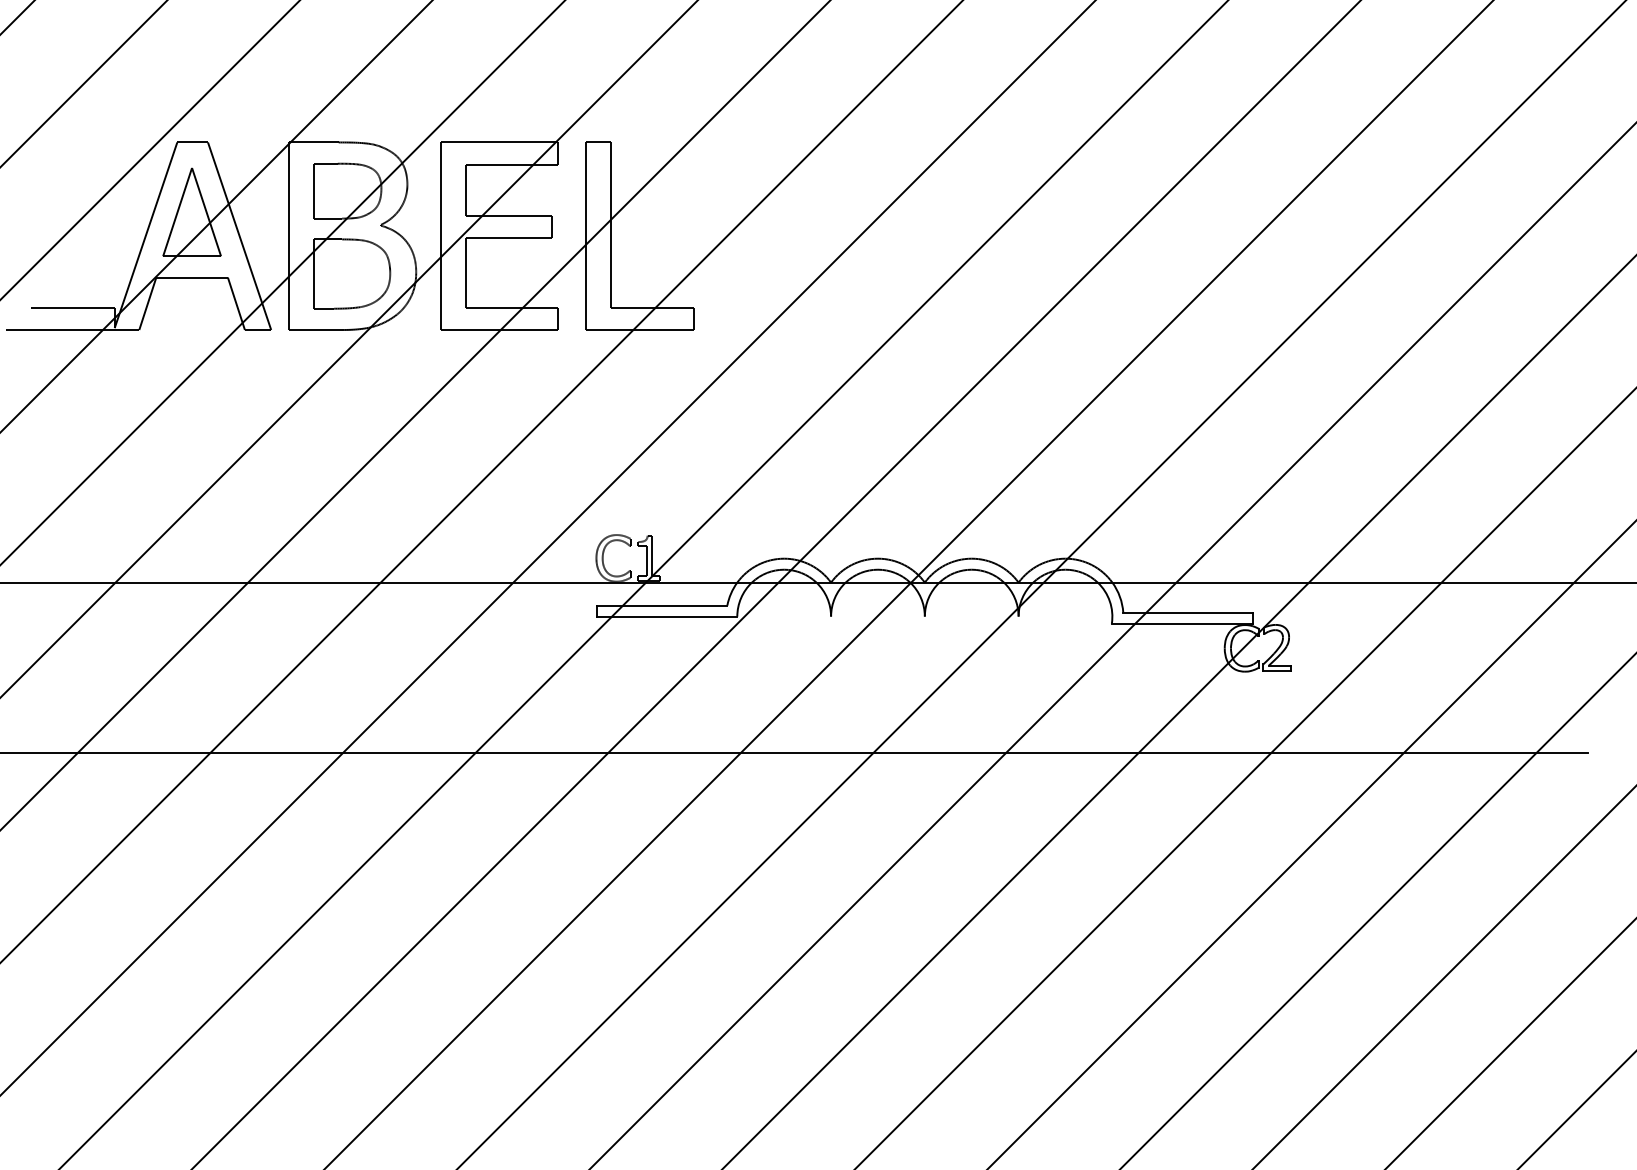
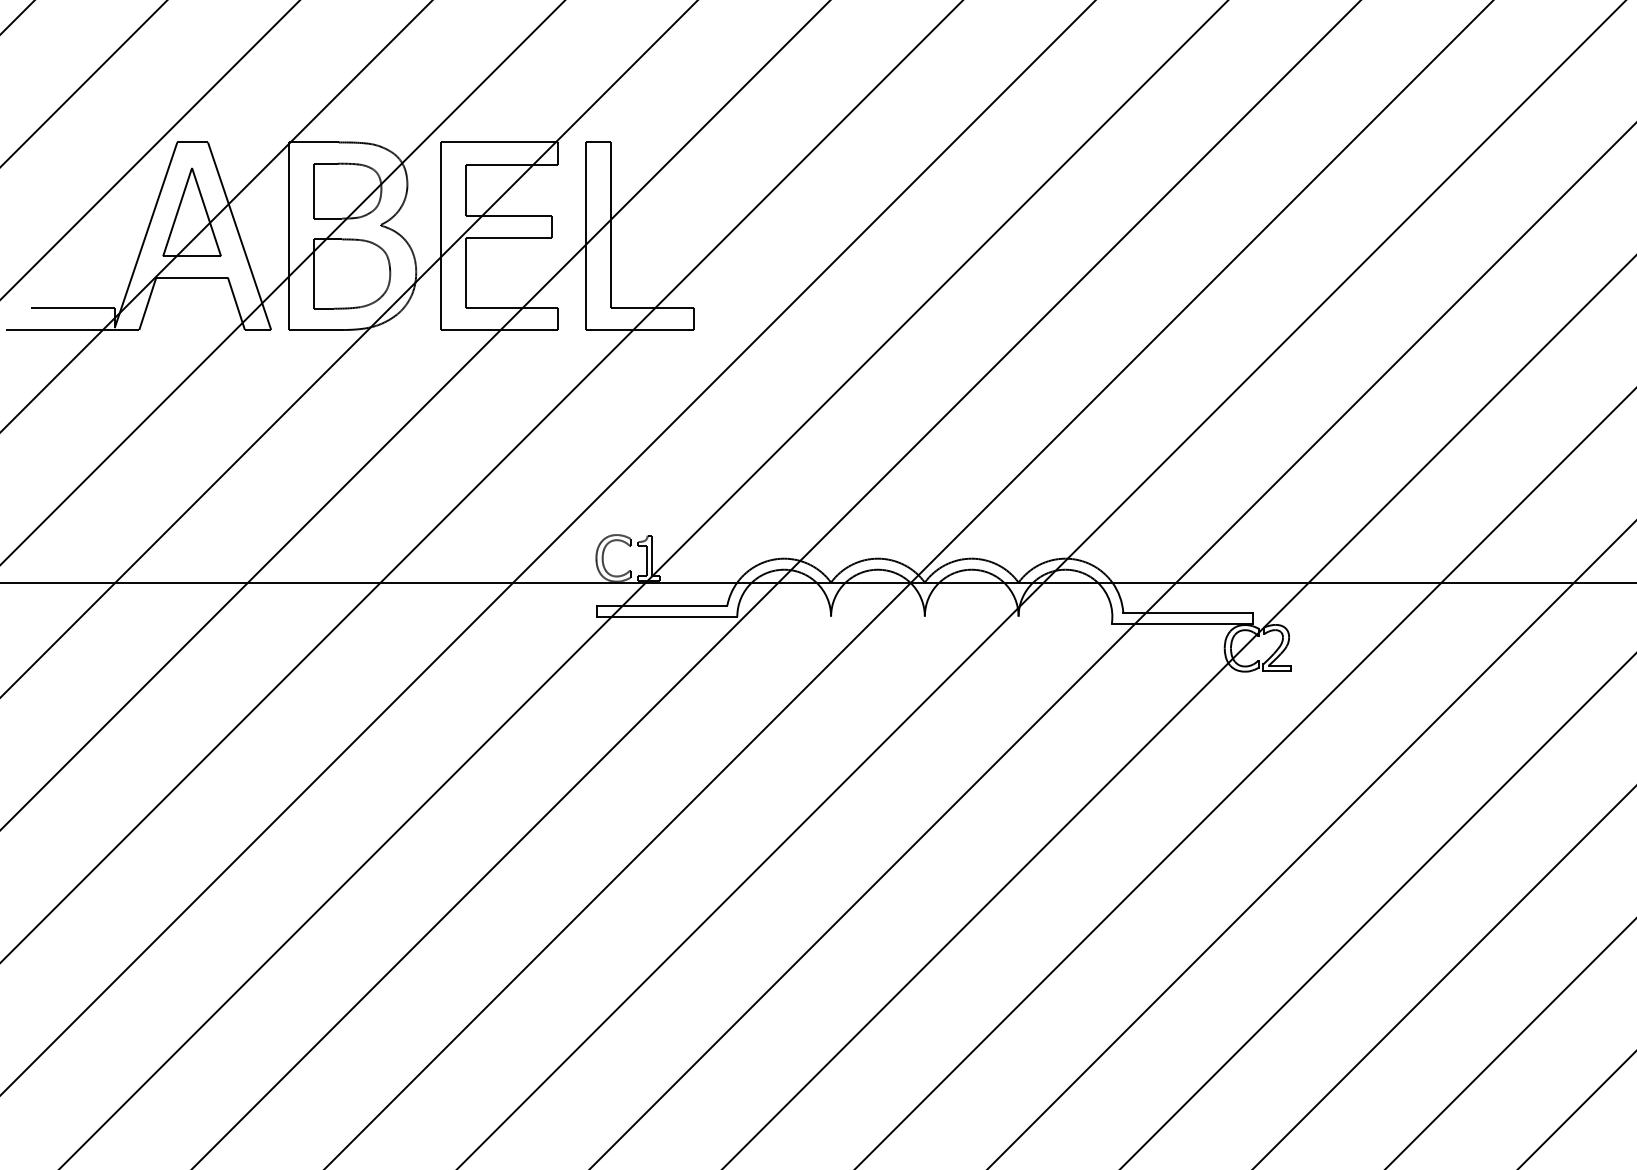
line at (794, 753): present -> none
